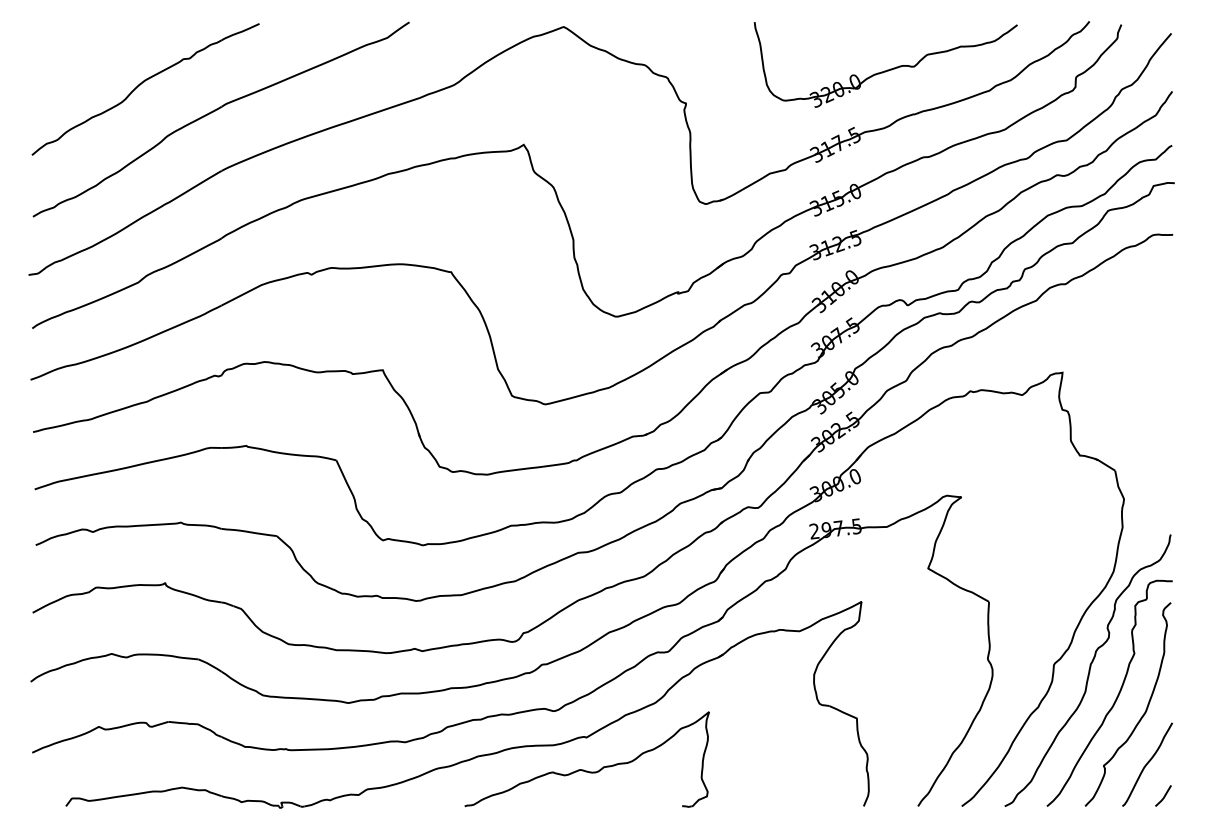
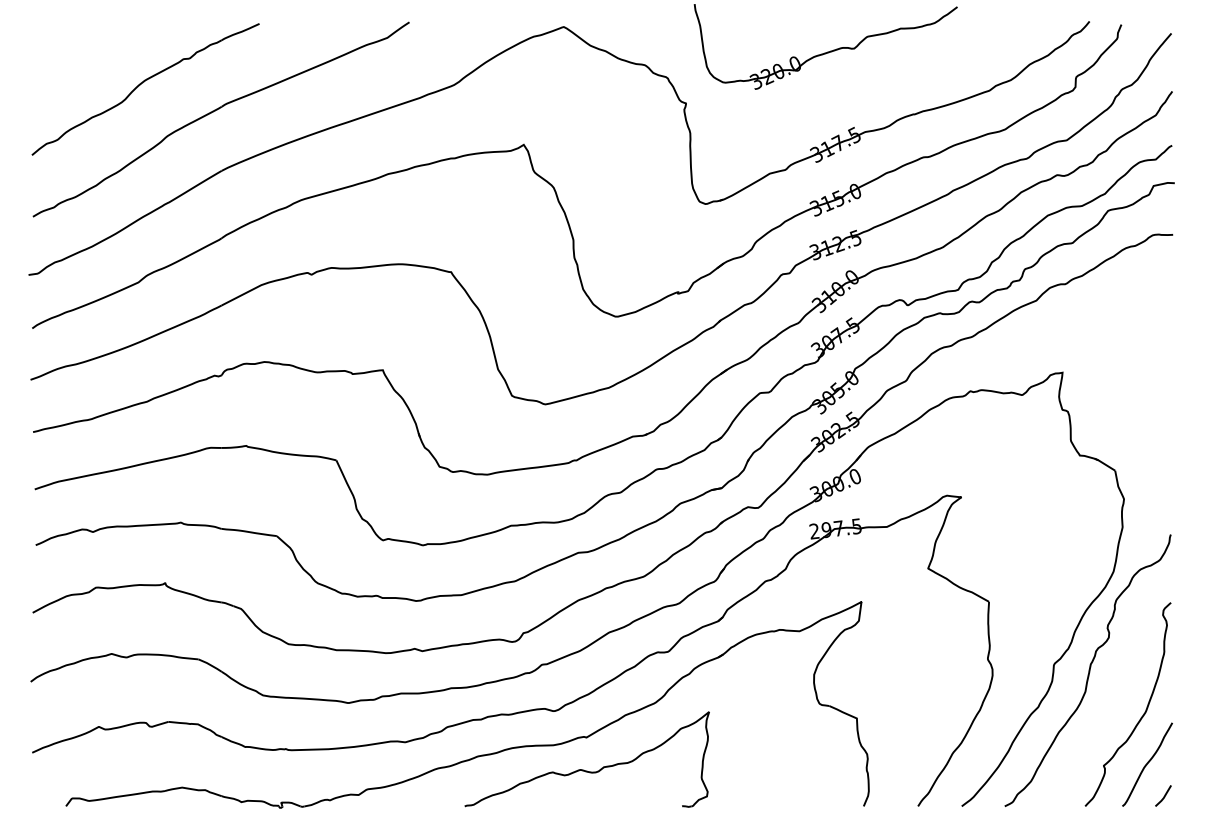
part at (885, 64) position: (885, 64) -> (825, 46)
curve at (1116, 696): present -> none
